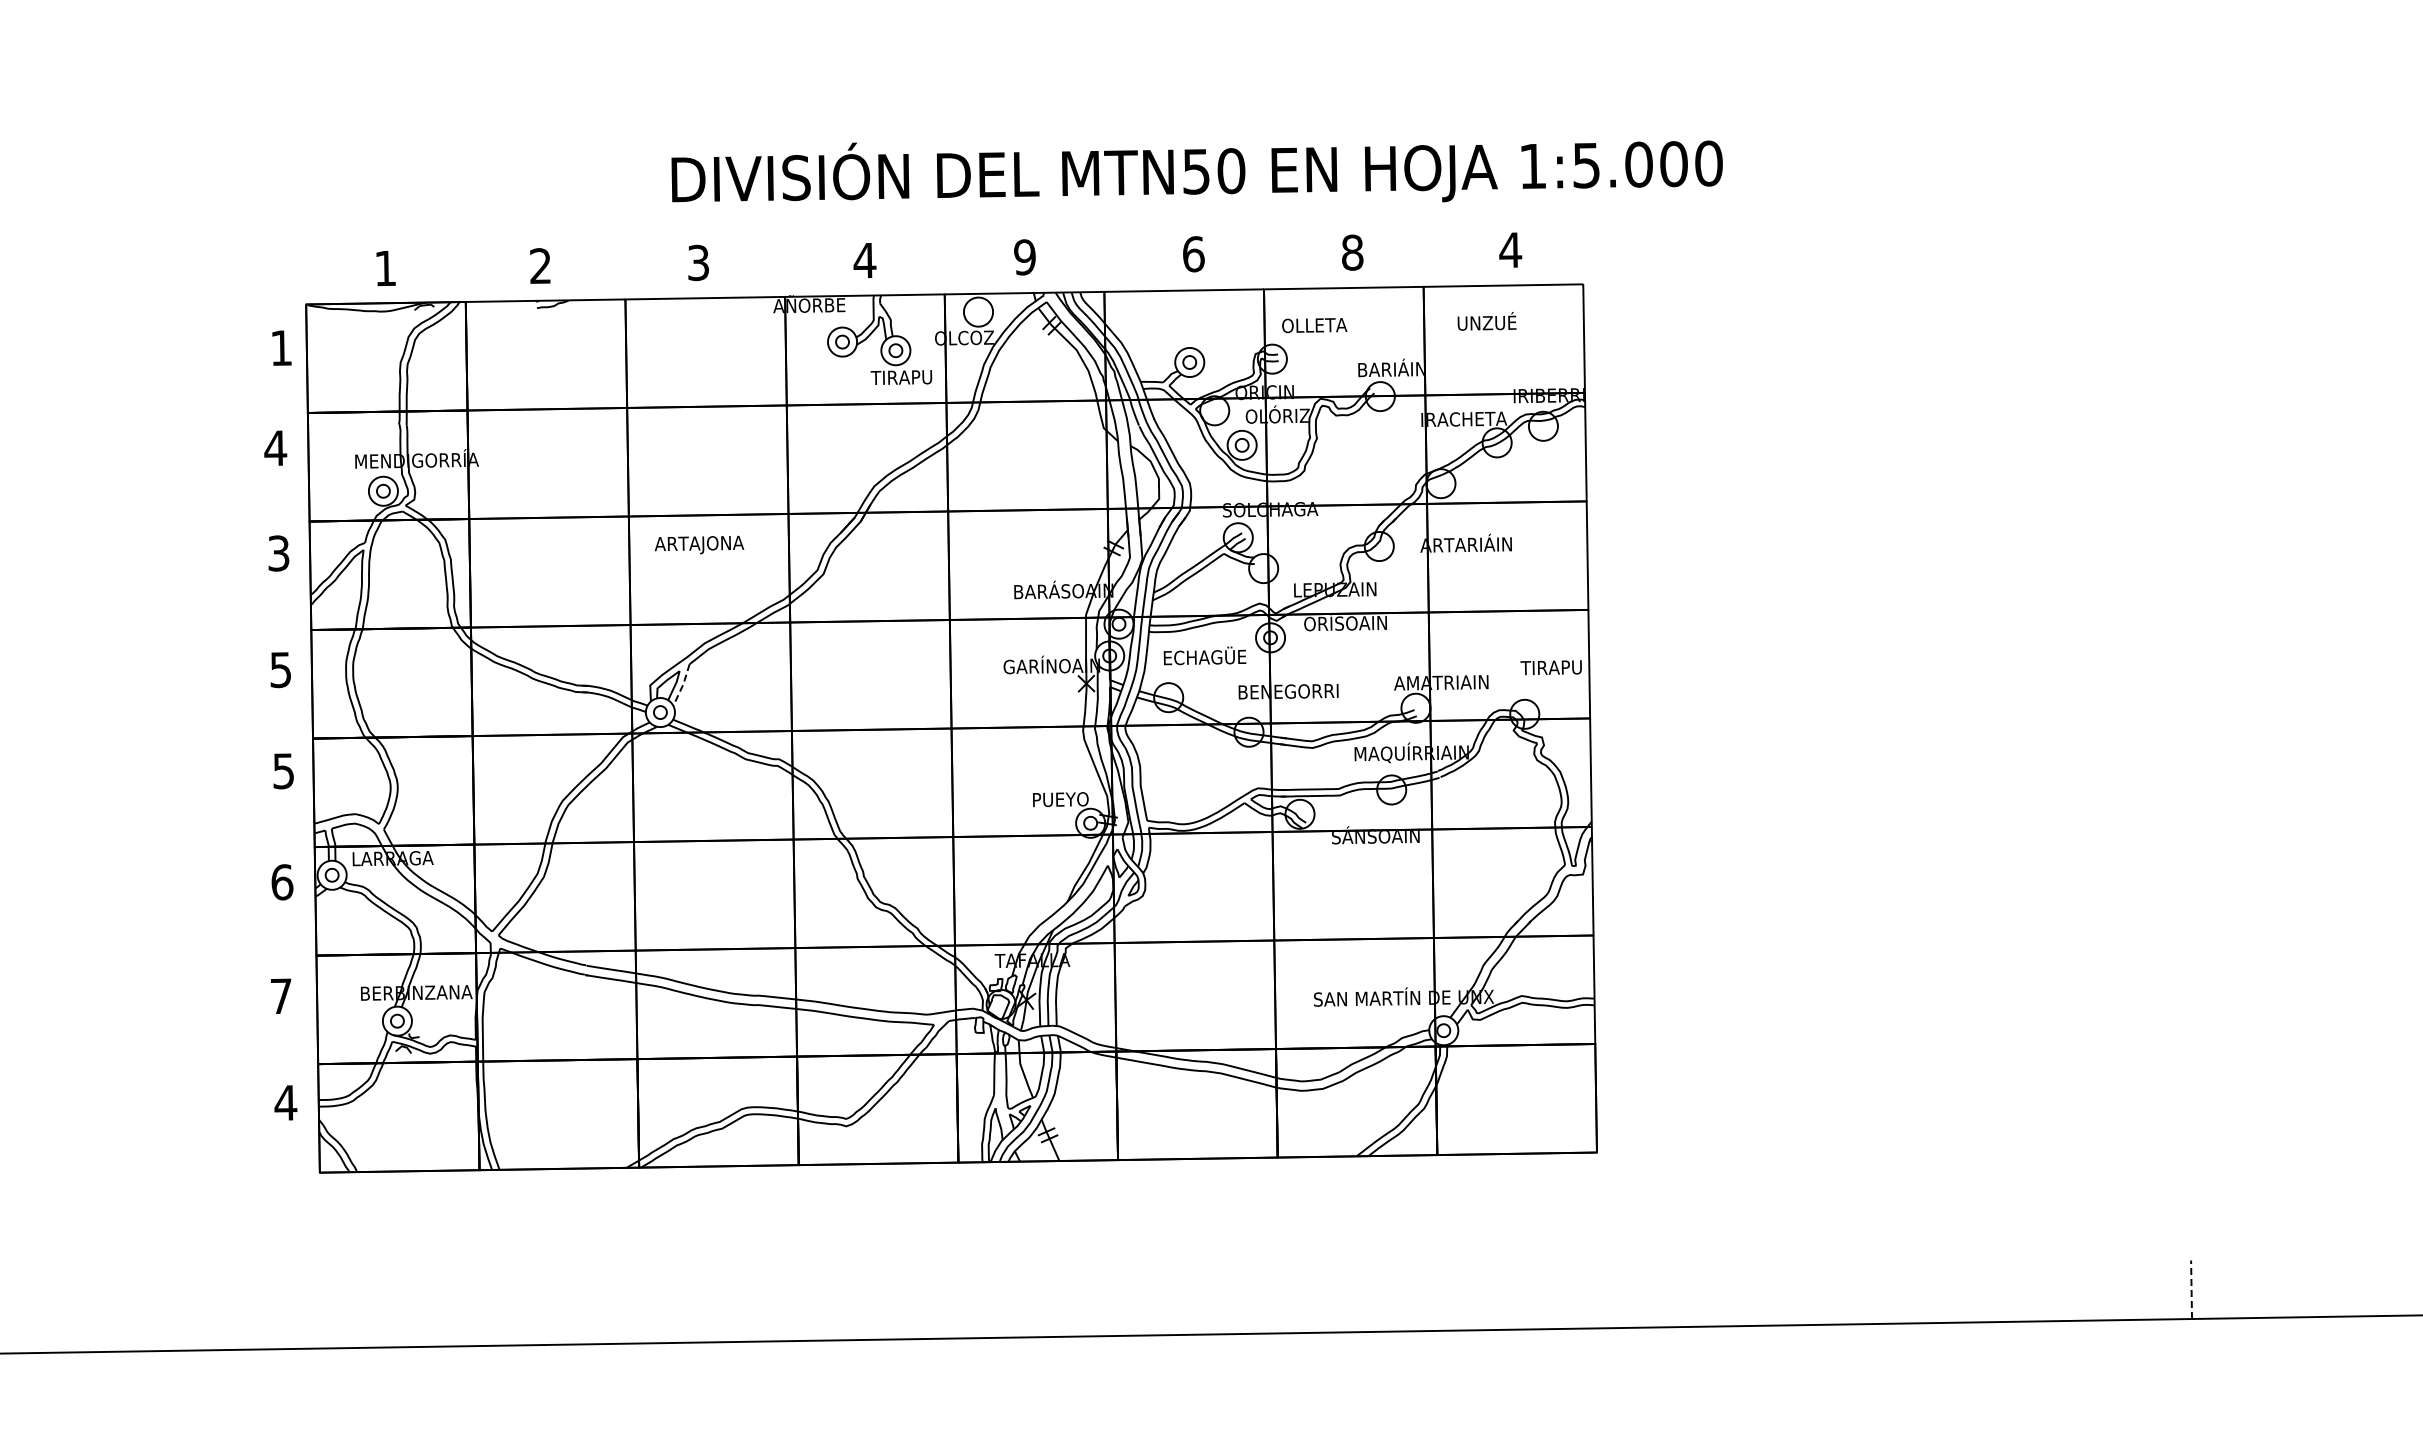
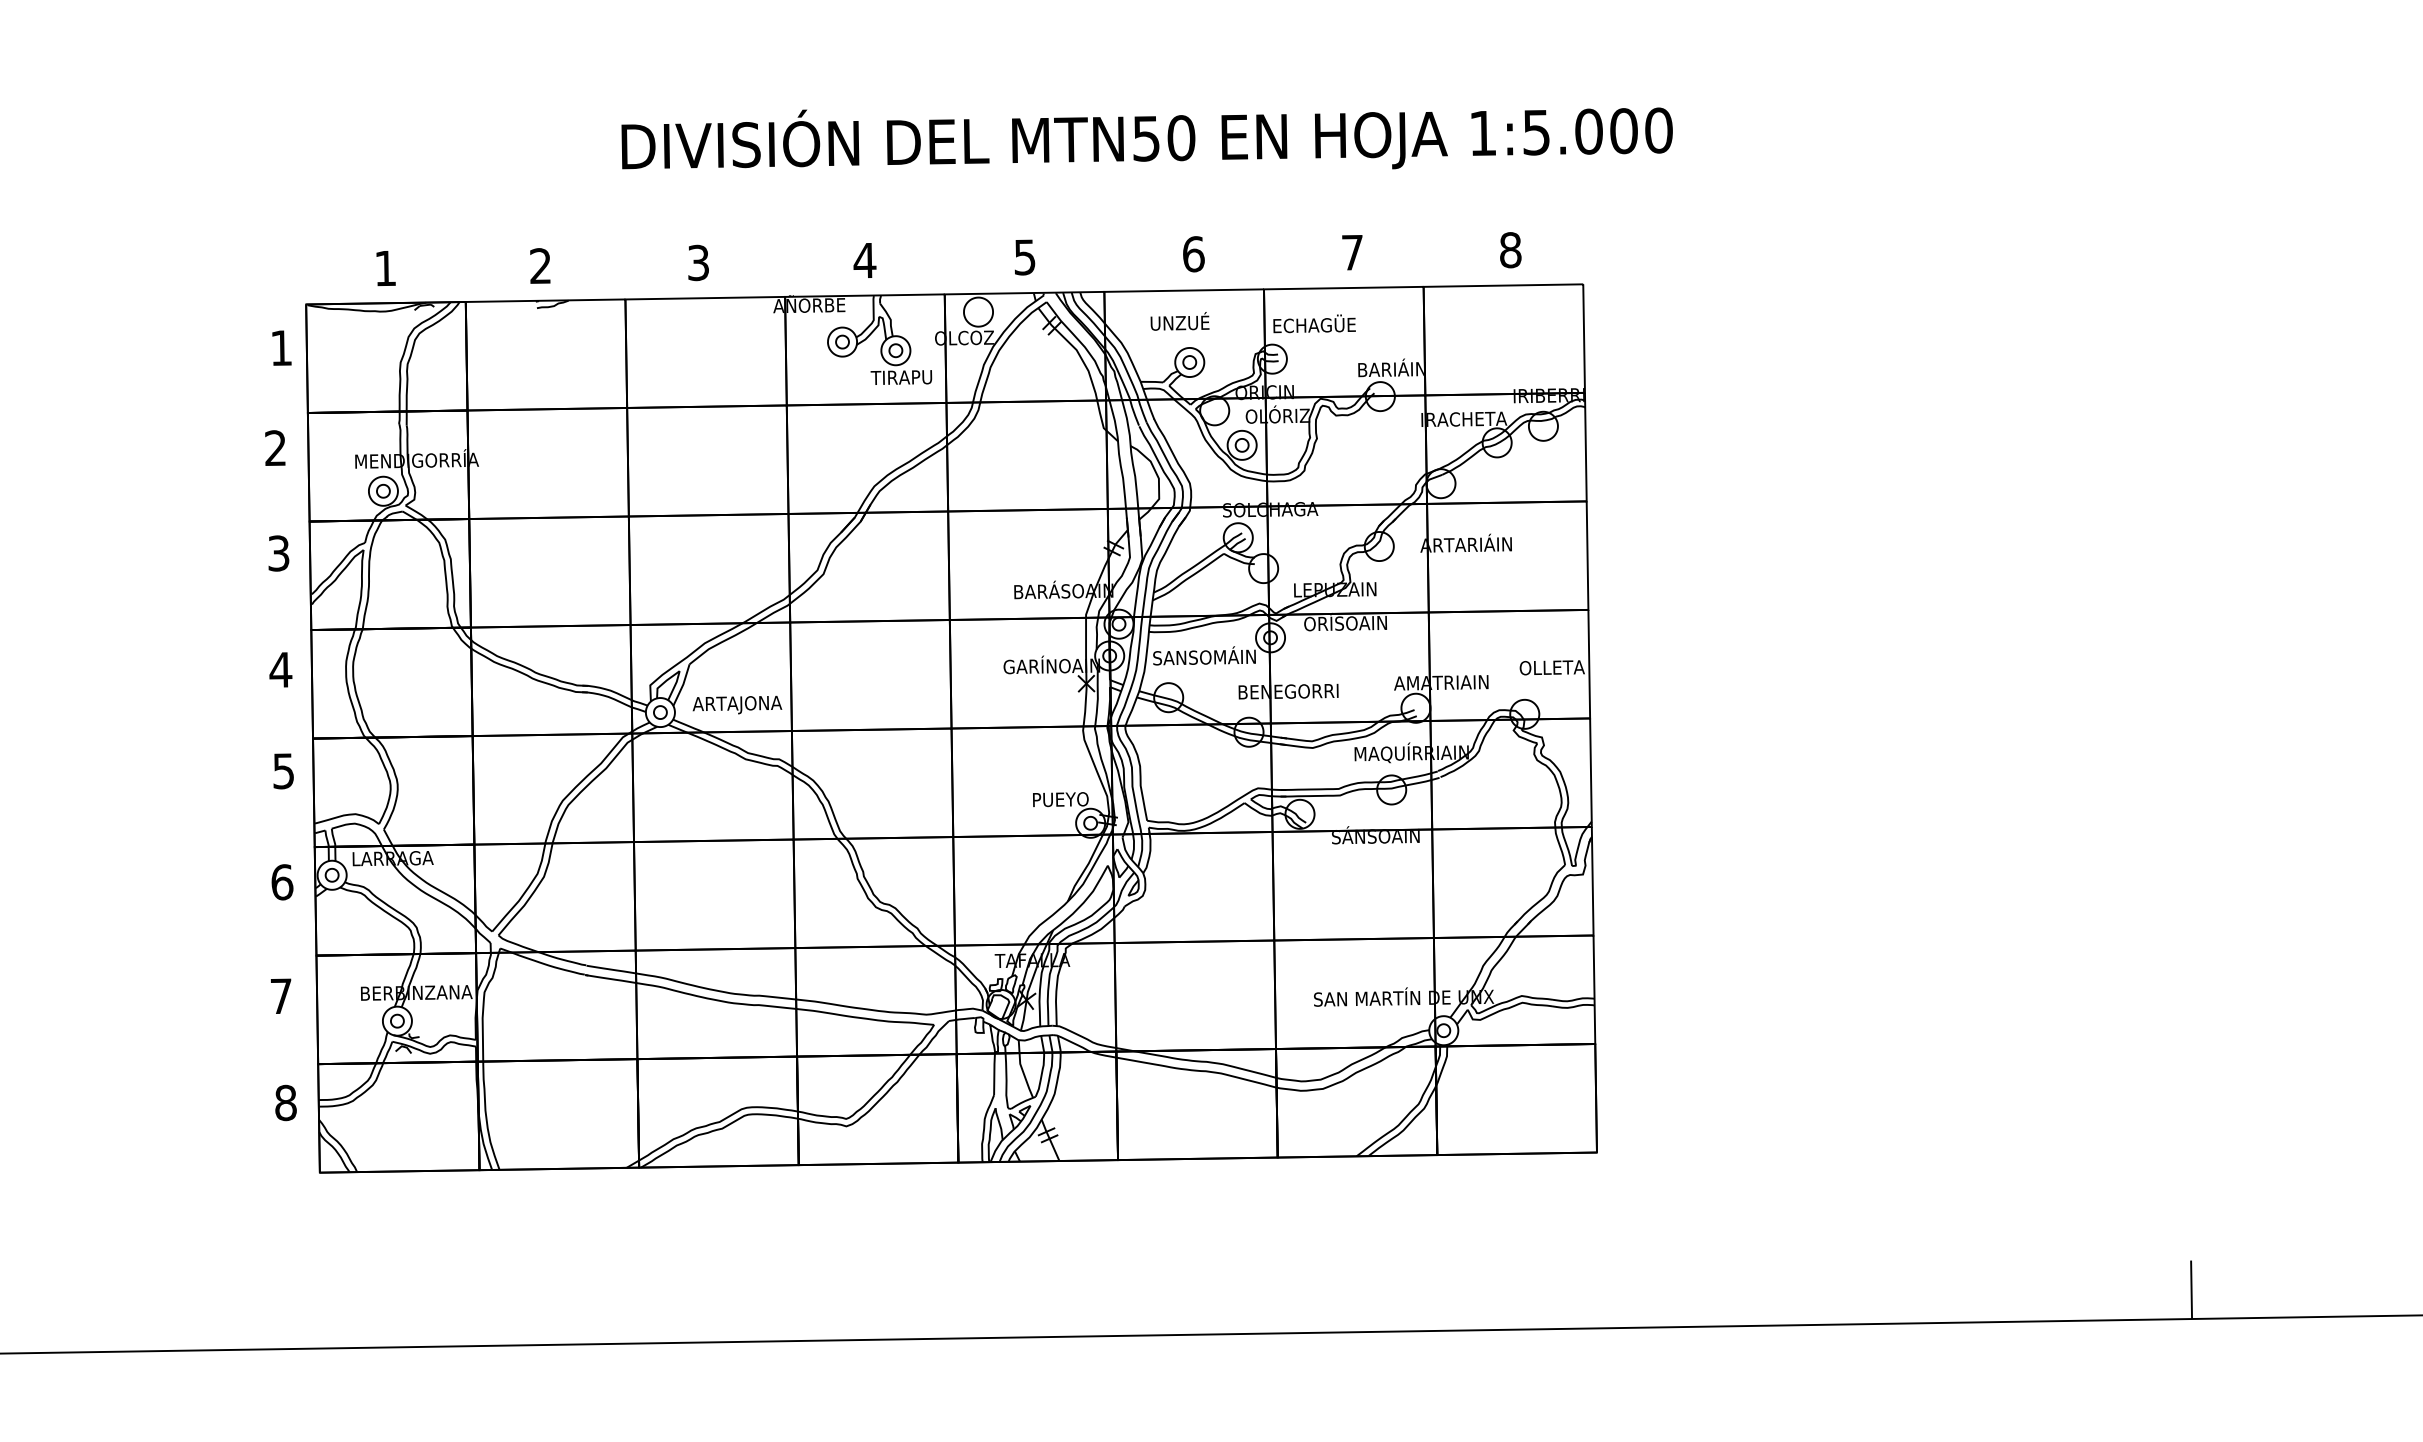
text at (1196, 171) position: (1196, 171) -> (1146, 138)
text at (1510, 250): 4 -> 8
text at (1352, 252): 8 -> 7
text at (1024, 257): 9 -> 5
text at (1486, 321) position: (1486, 321) -> (1179, 321)
text at (1314, 323): OLLETA -> ECHAGÜE
text at (275, 447): 4 -> 2
text at (699, 544) position: (699, 544) -> (737, 704)
text at (1204, 655): ECHAGÜE -> SANSOMÁIN
text at (1551, 667): TIRAPU -> OLLETA
text at (280, 670): 5 -> 4
line at (682, 685): dashed -> solid
text at (285, 1102): 4 -> 8
line at (2191, 1289): dashed -> solid
